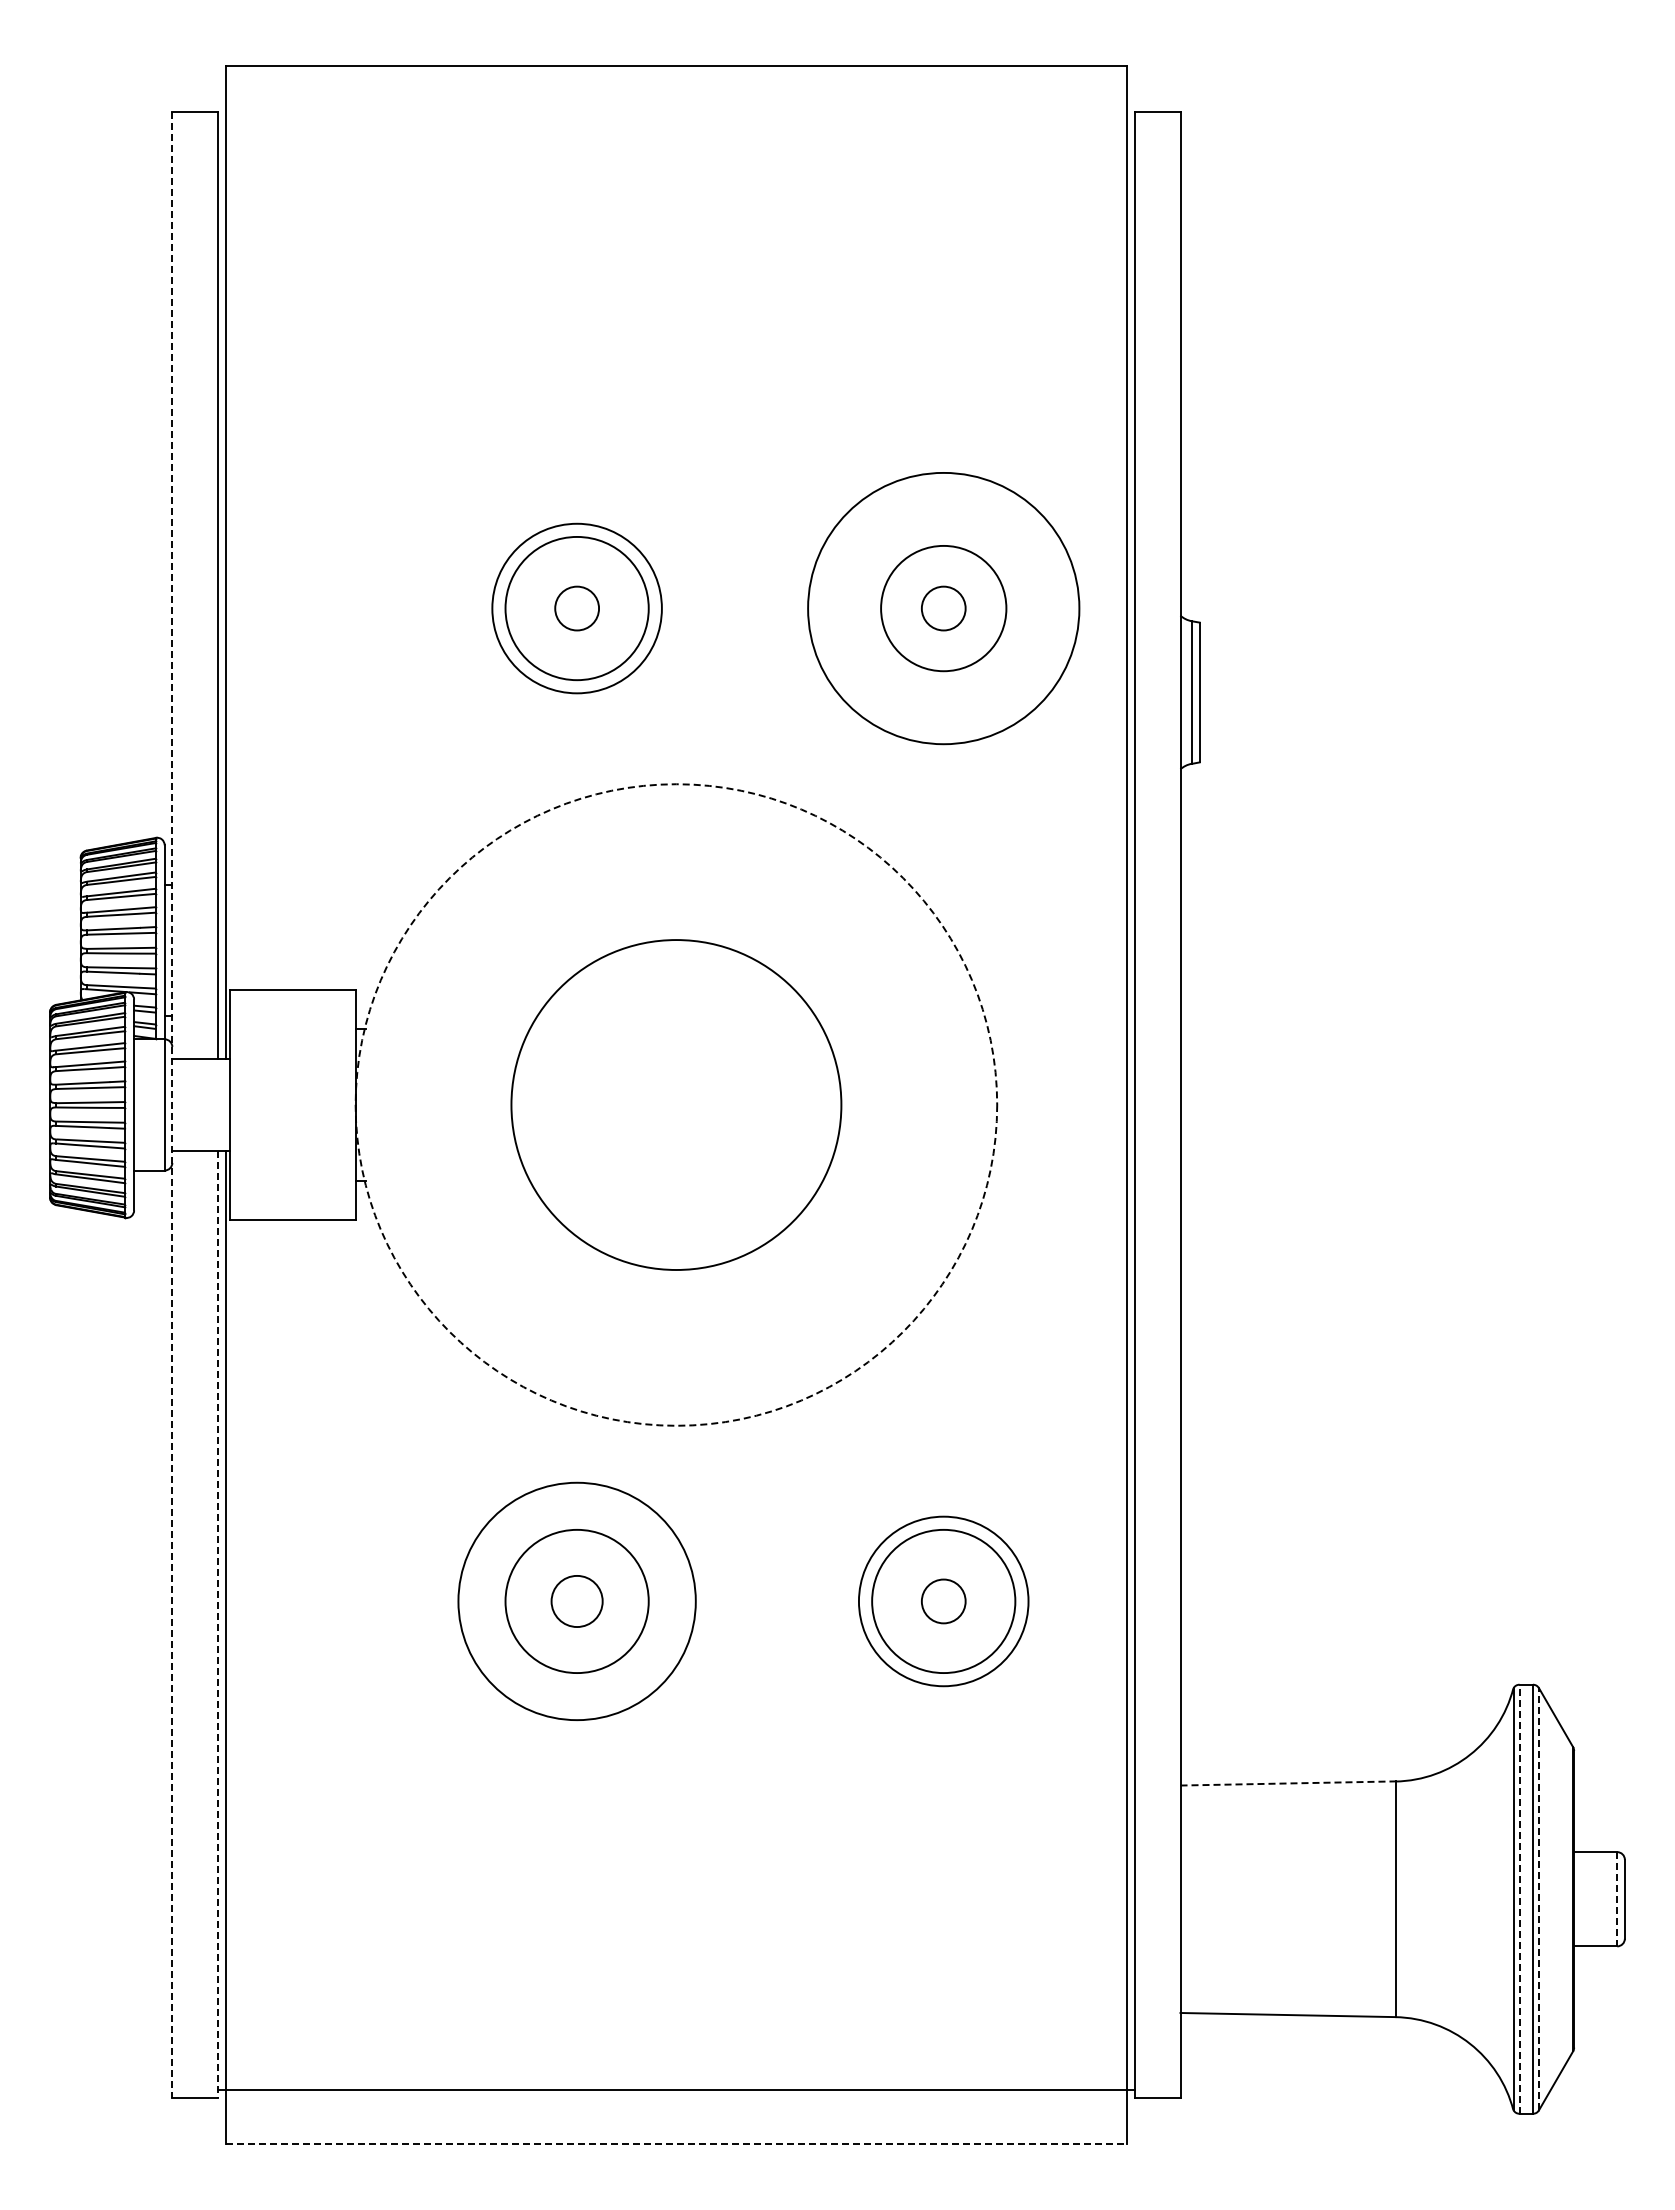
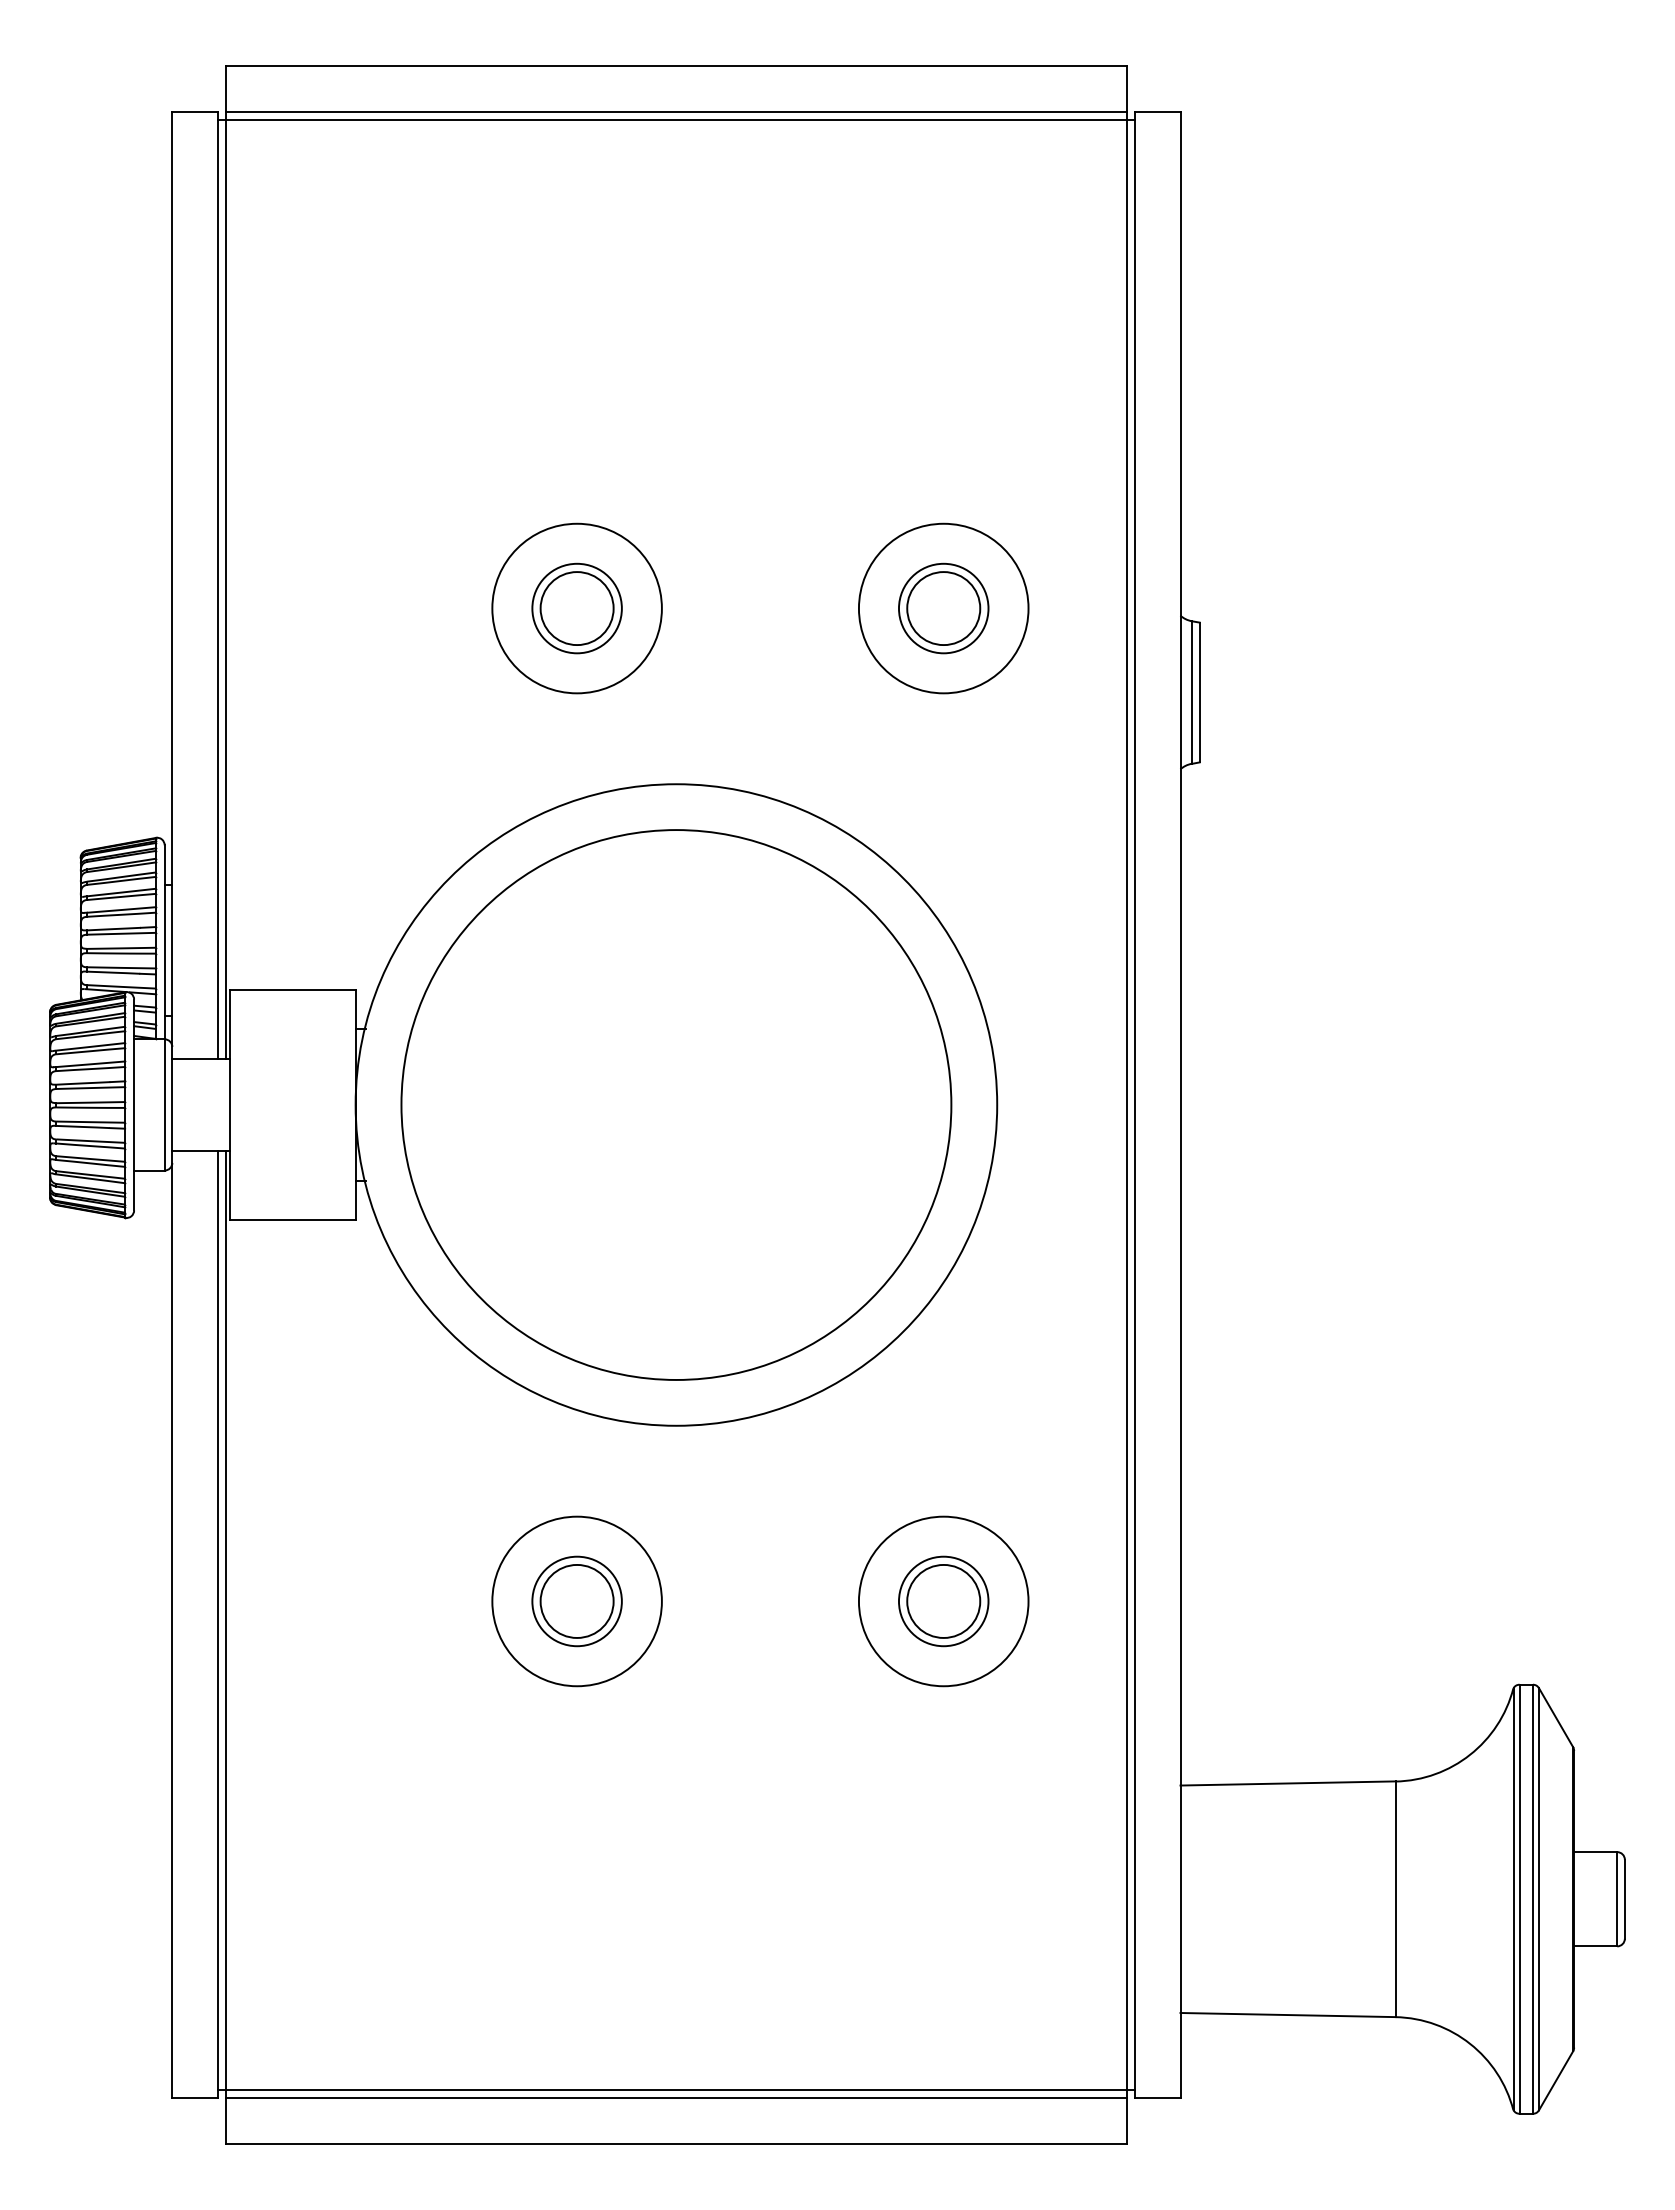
line at (676, 112): none -> present
line at (676, 119): none -> present
circle at (576, 608) diameter: 143 px -> 90 px
circle at (577, 608) diameter: 44 px -> 73 px
circle at (943, 608) diameter: 125 px -> 90 px
circle at (943, 608) diameter: 271 px -> 170 px
circle at (943, 608) diameter: 44 px -> 73 px
circle at (676, 1104) diameter: 330 px -> 550 px
circle at (676, 1104): dashed -> solid
line at (172, 1105): dashed -> solid
circle at (576, 1601) diameter: 143 px -> 90 px
circle at (576, 1601) diameter: 237 px -> 170 px
circle at (576, 1601) diameter: 51 px -> 73 px
circle at (943, 1601) diameter: 143 px -> 90 px
circle at (943, 1601) diameter: 44 px -> 73 px
line at (218, 1624): dashed -> solid
line at (1288, 1783): dashed -> solid
line at (1539, 1898): dashed -> solid
line at (1519, 1899): dashed -> solid
line at (1617, 1899): dashed -> solid
line at (676, 2097): none -> present
line at (676, 2143): dashed -> solid
